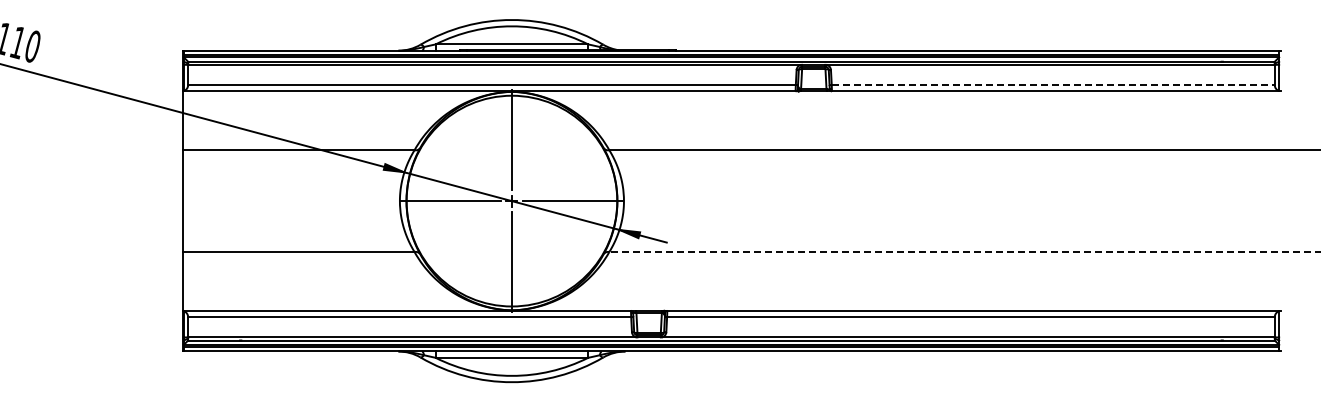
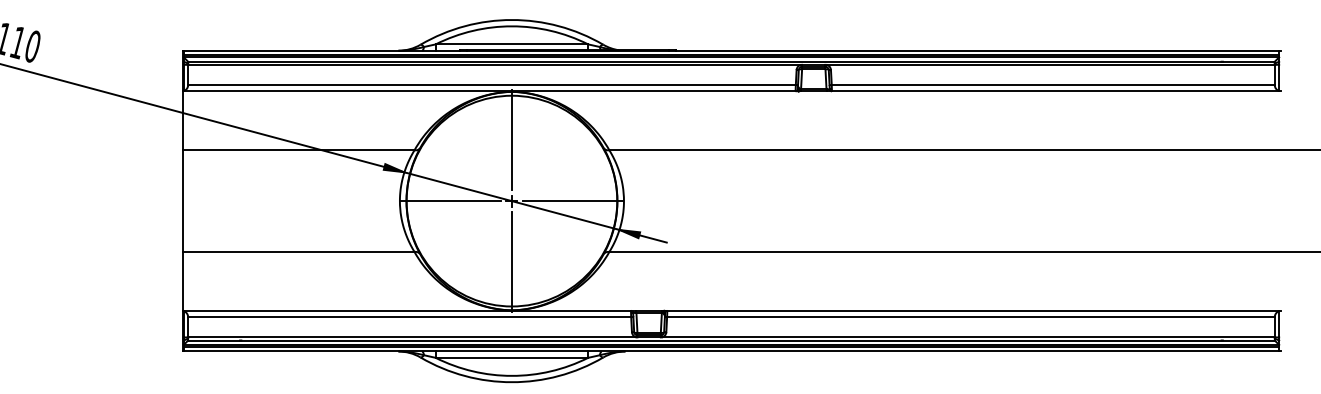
line at (1053, 85): dashed -> solid
line at (964, 251): dashed -> solid
